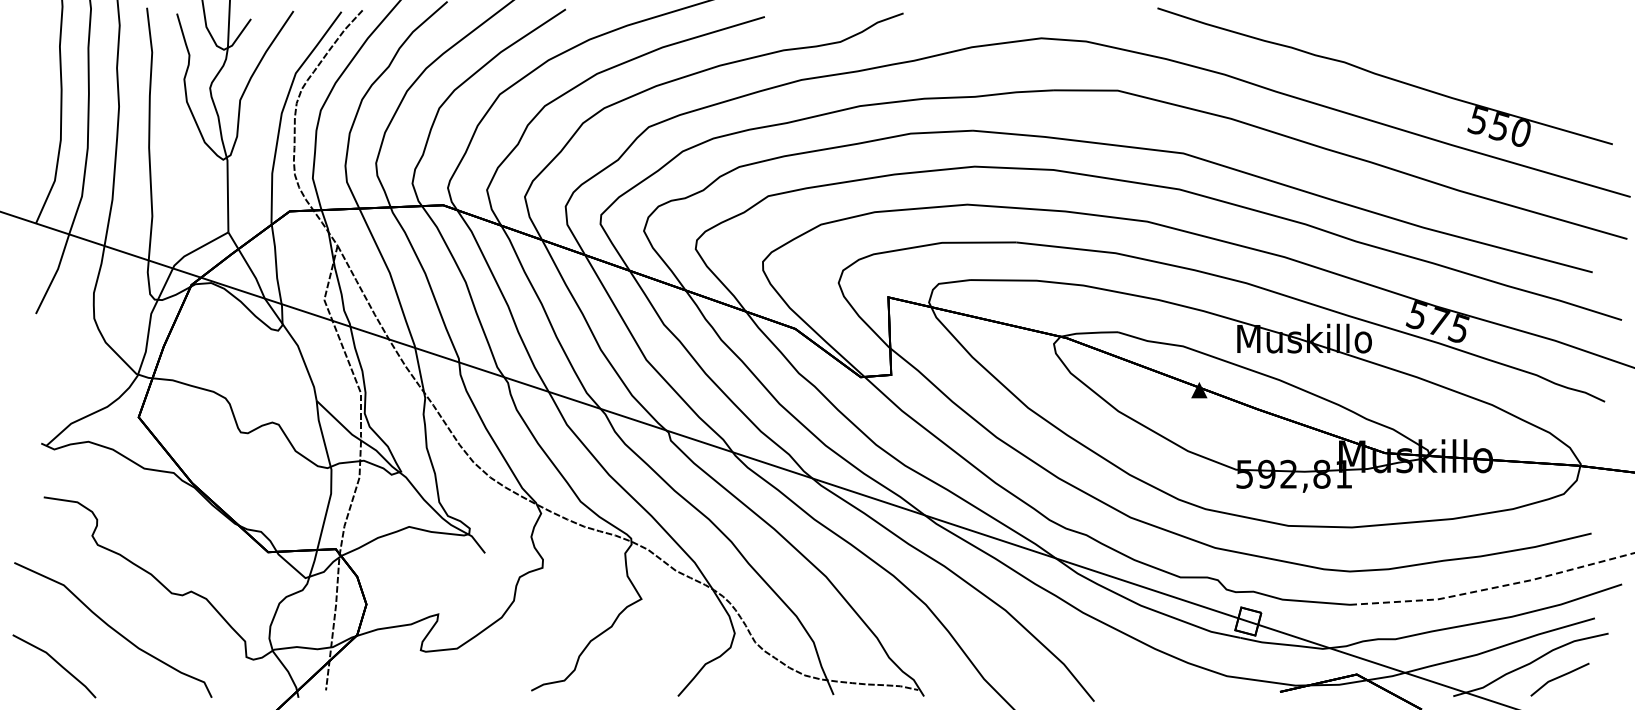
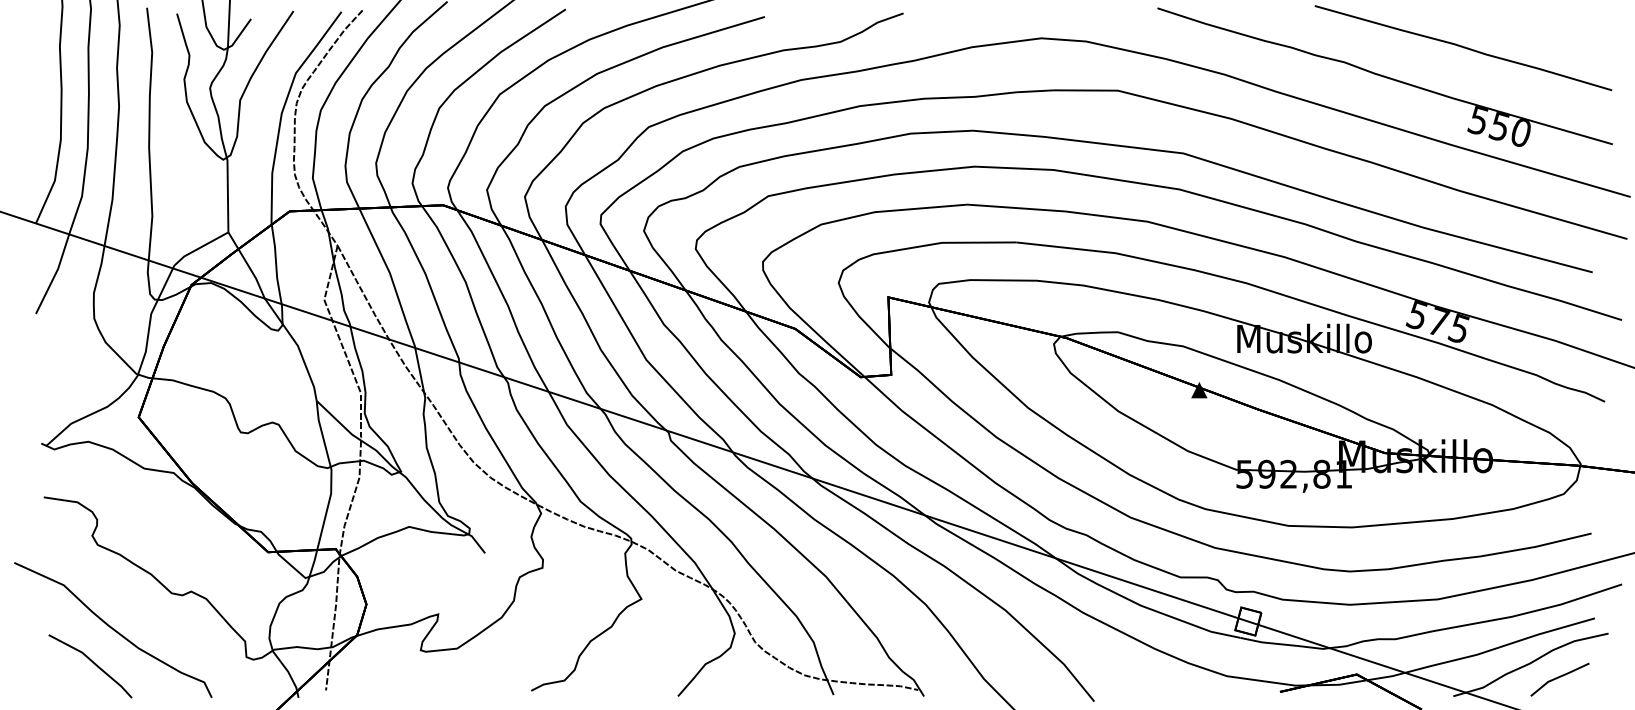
curve at (1463, 48): none -> present
line at (1493, 587): dashed -> solid
line at (55, 662) position: (55, 662) -> (91, 662)
